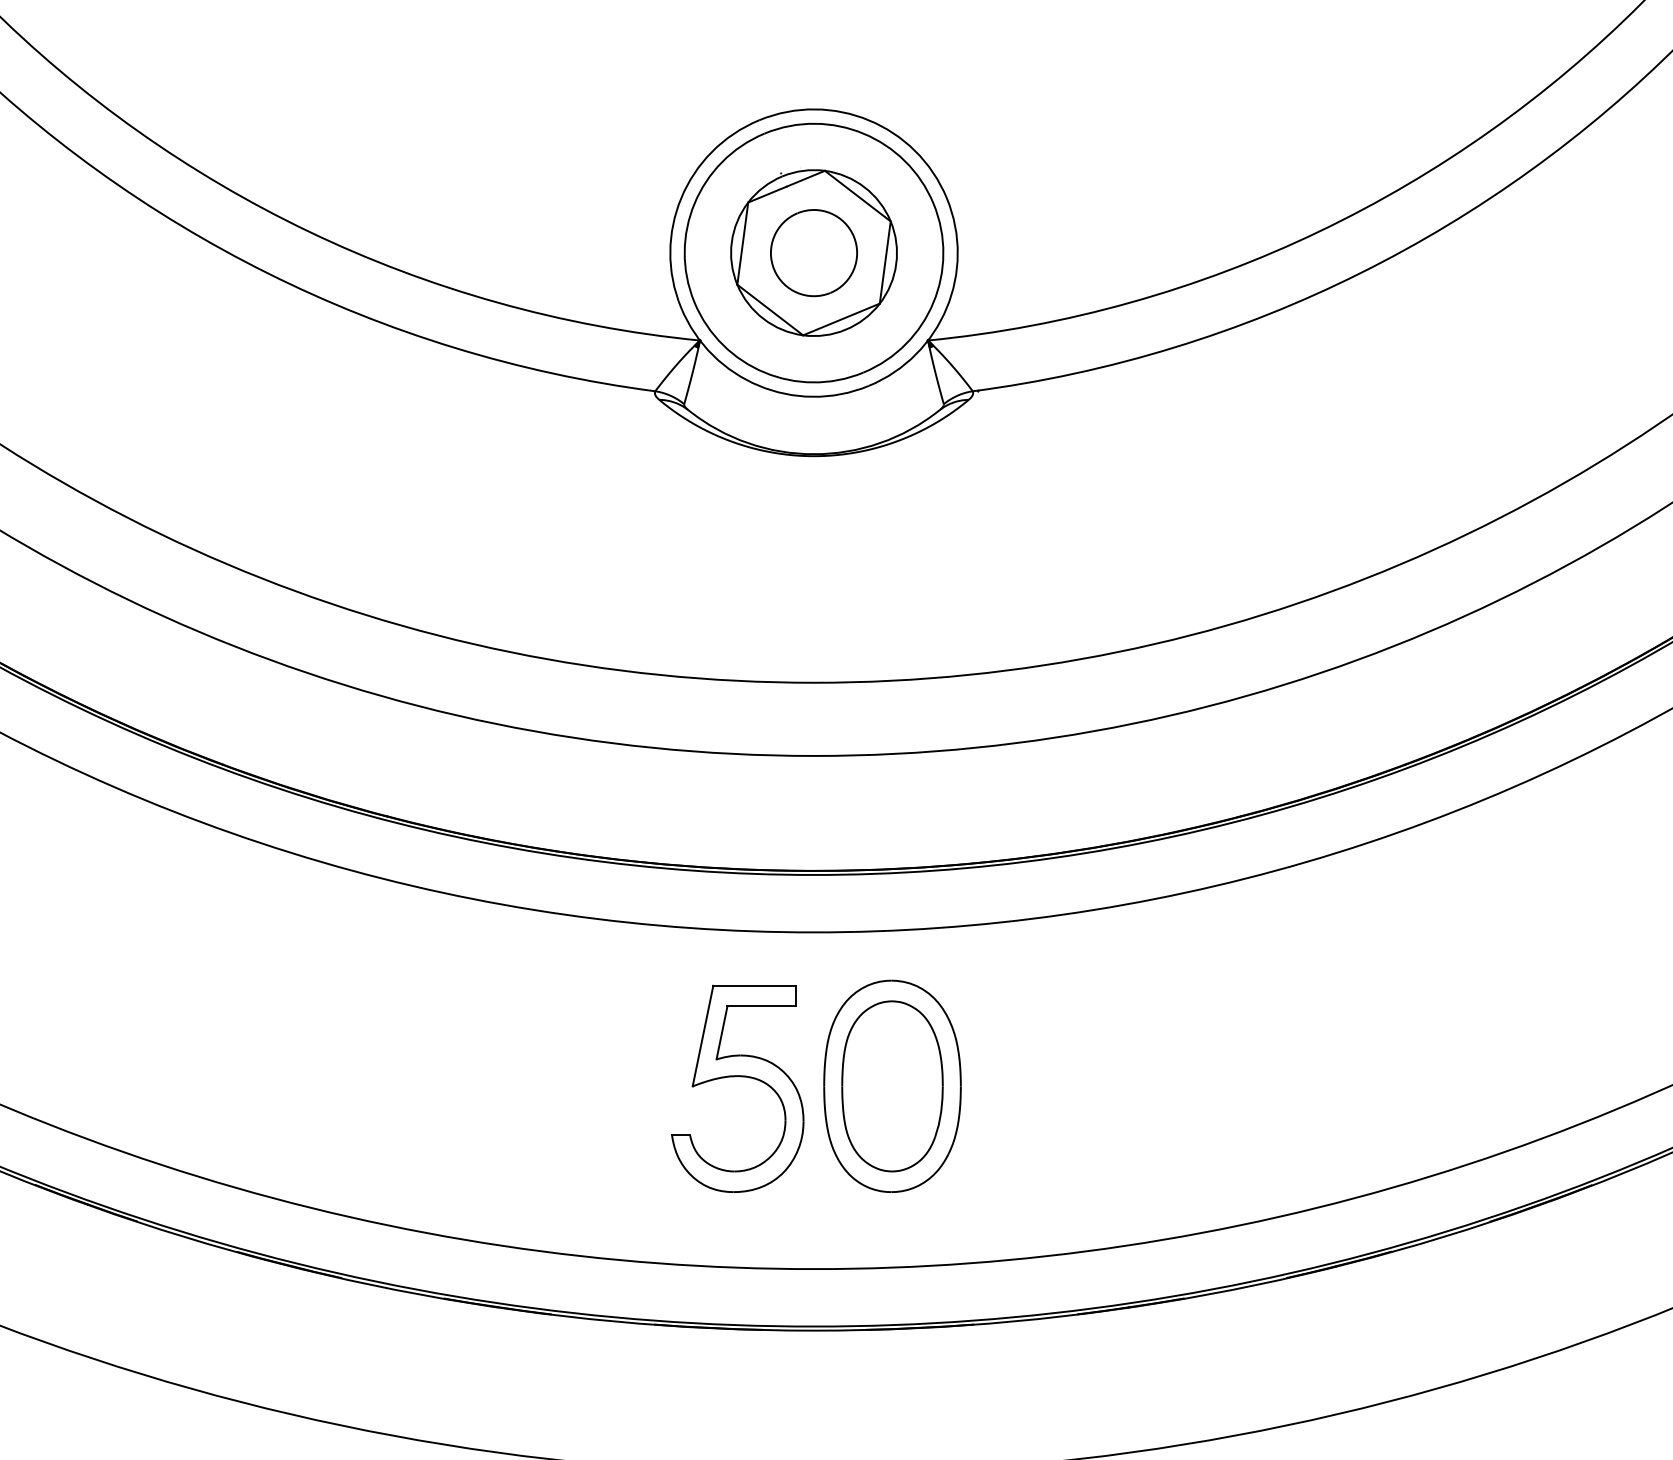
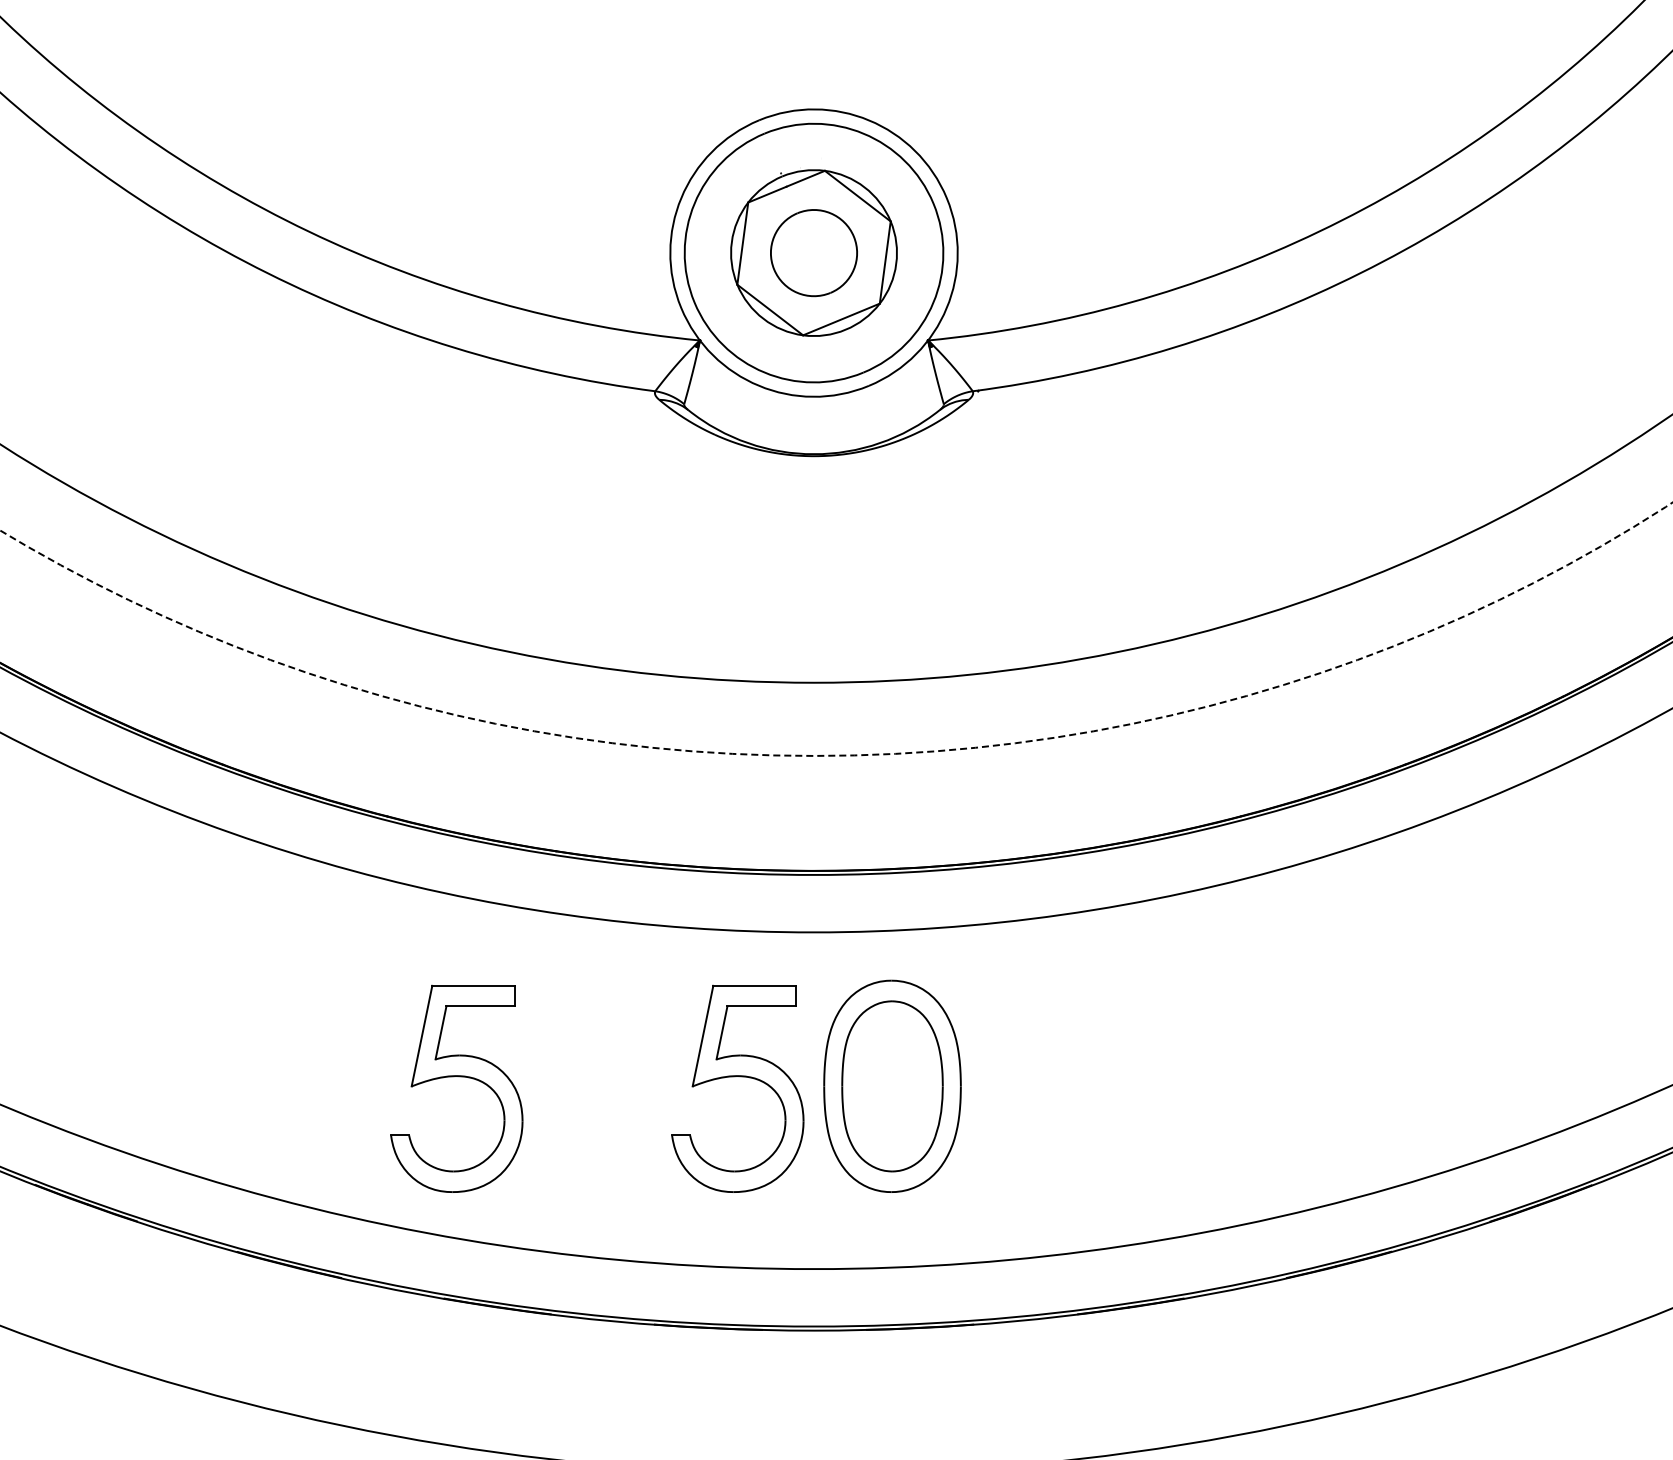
arc at (841, 755): solid -> dashed
part at (454, 1077): none -> present
